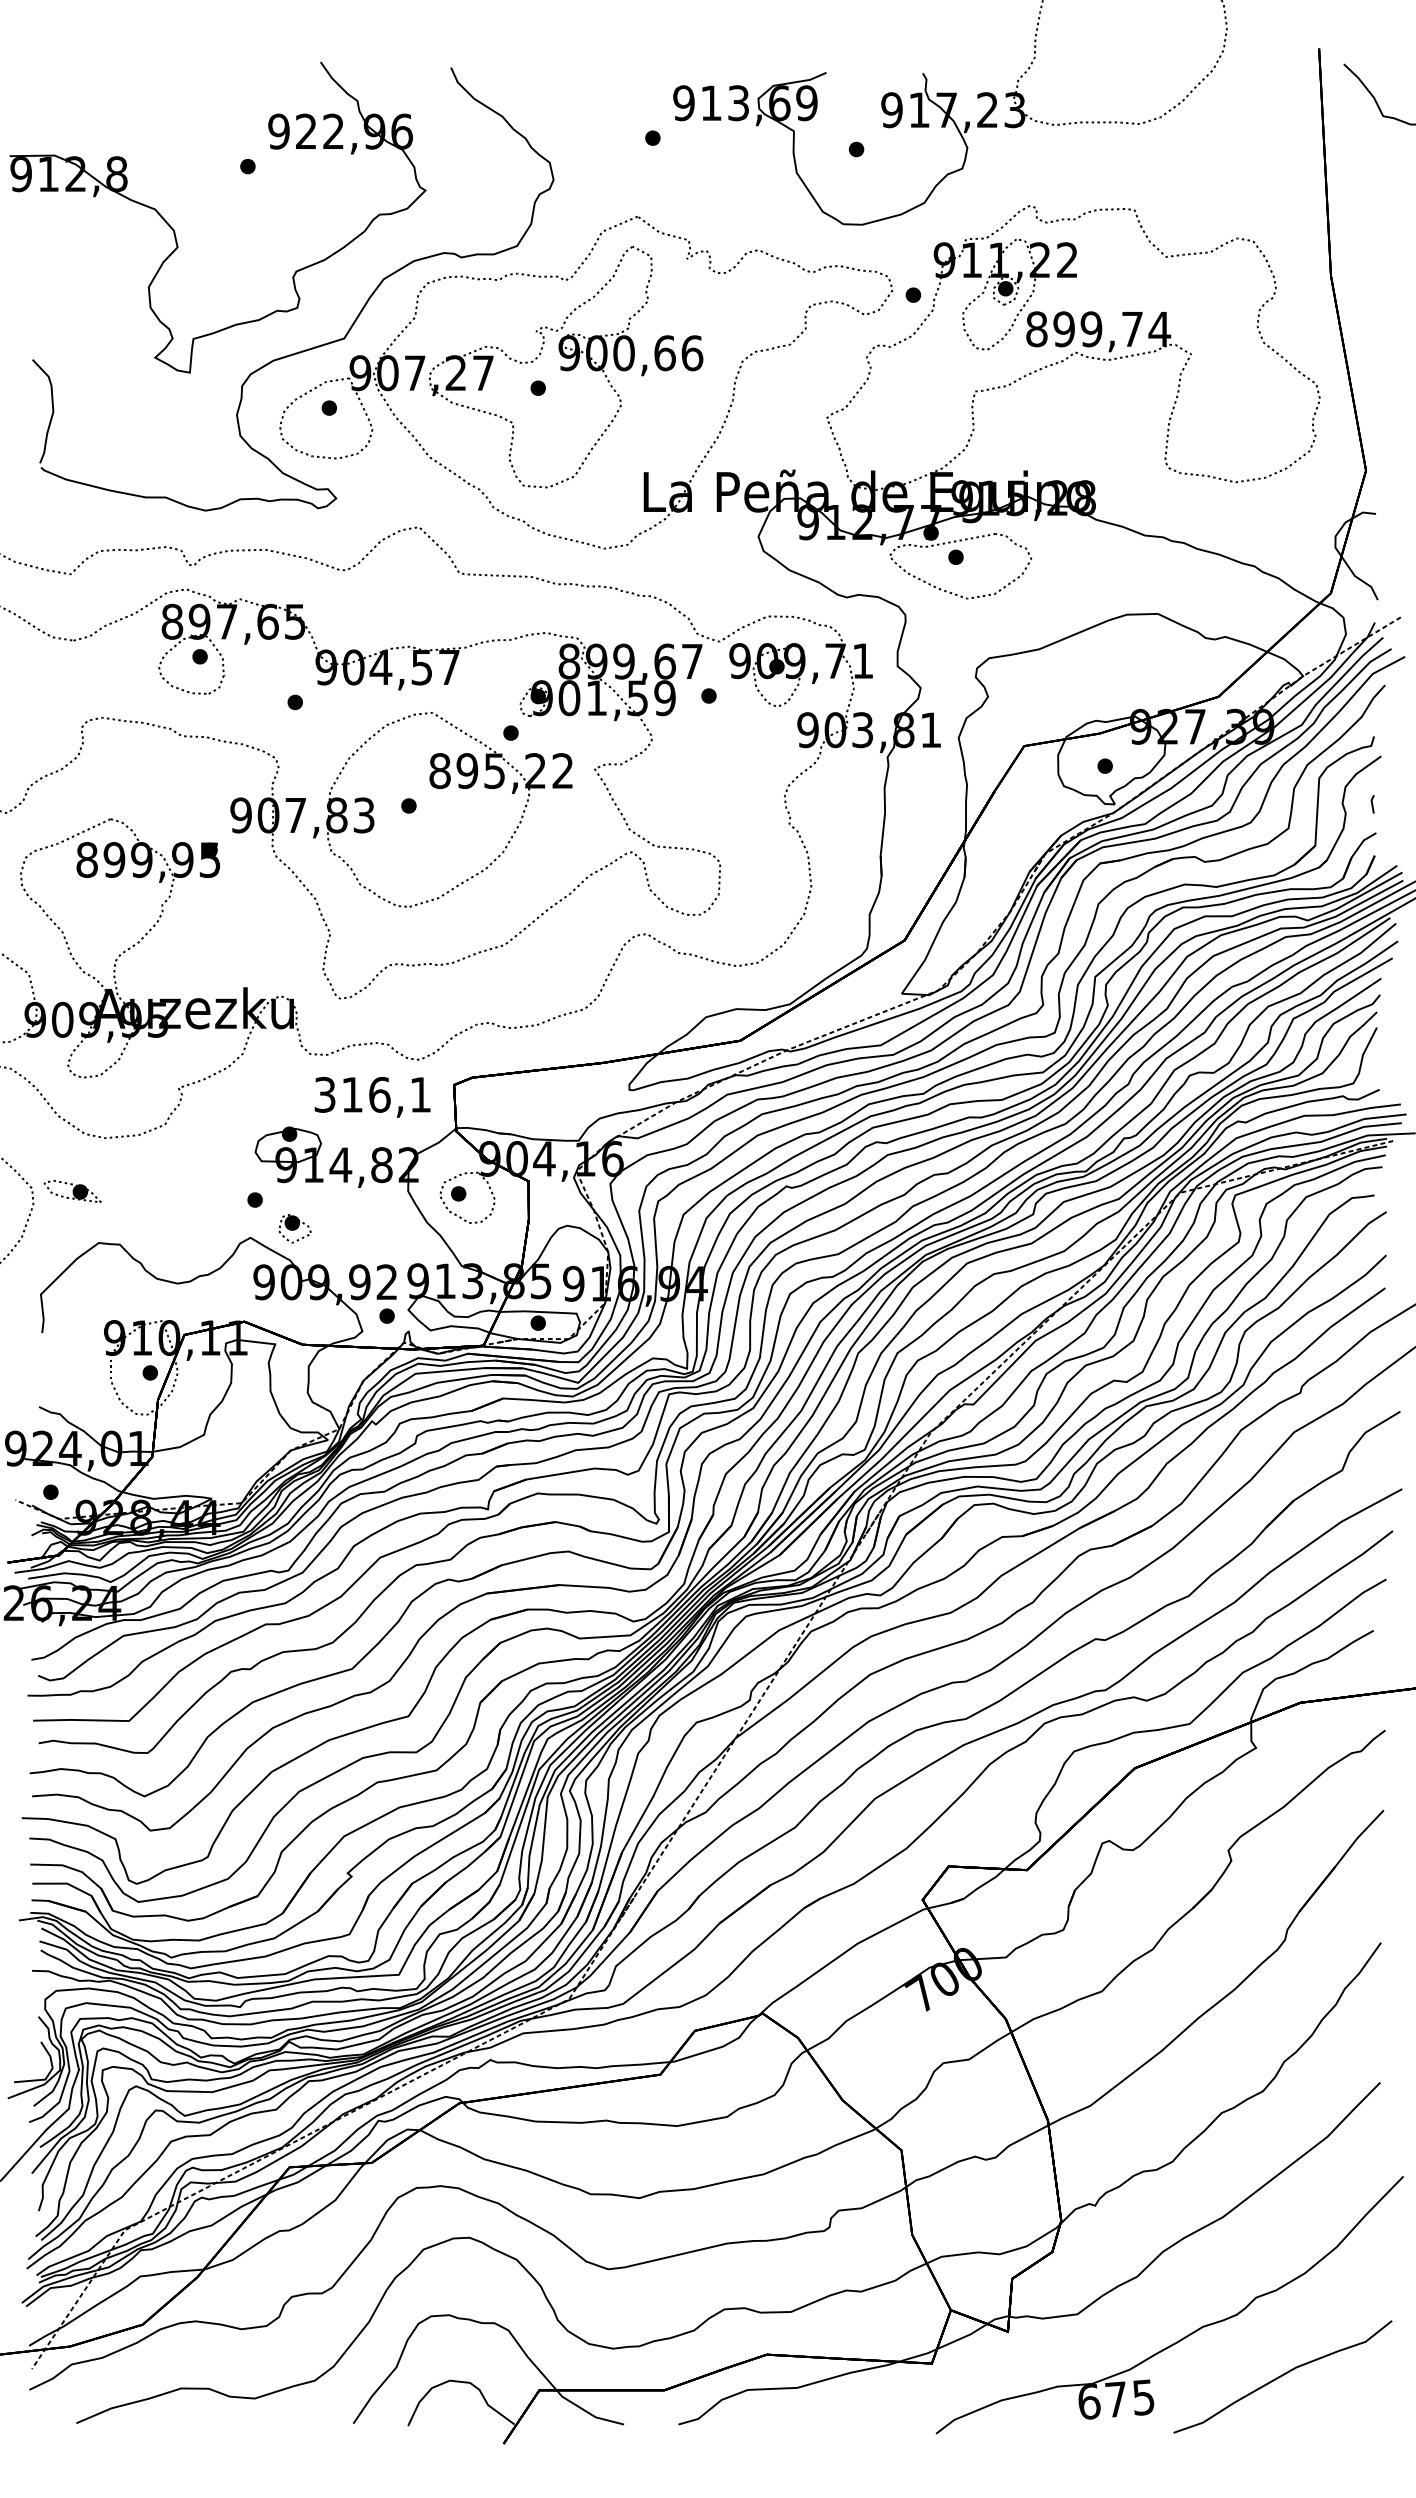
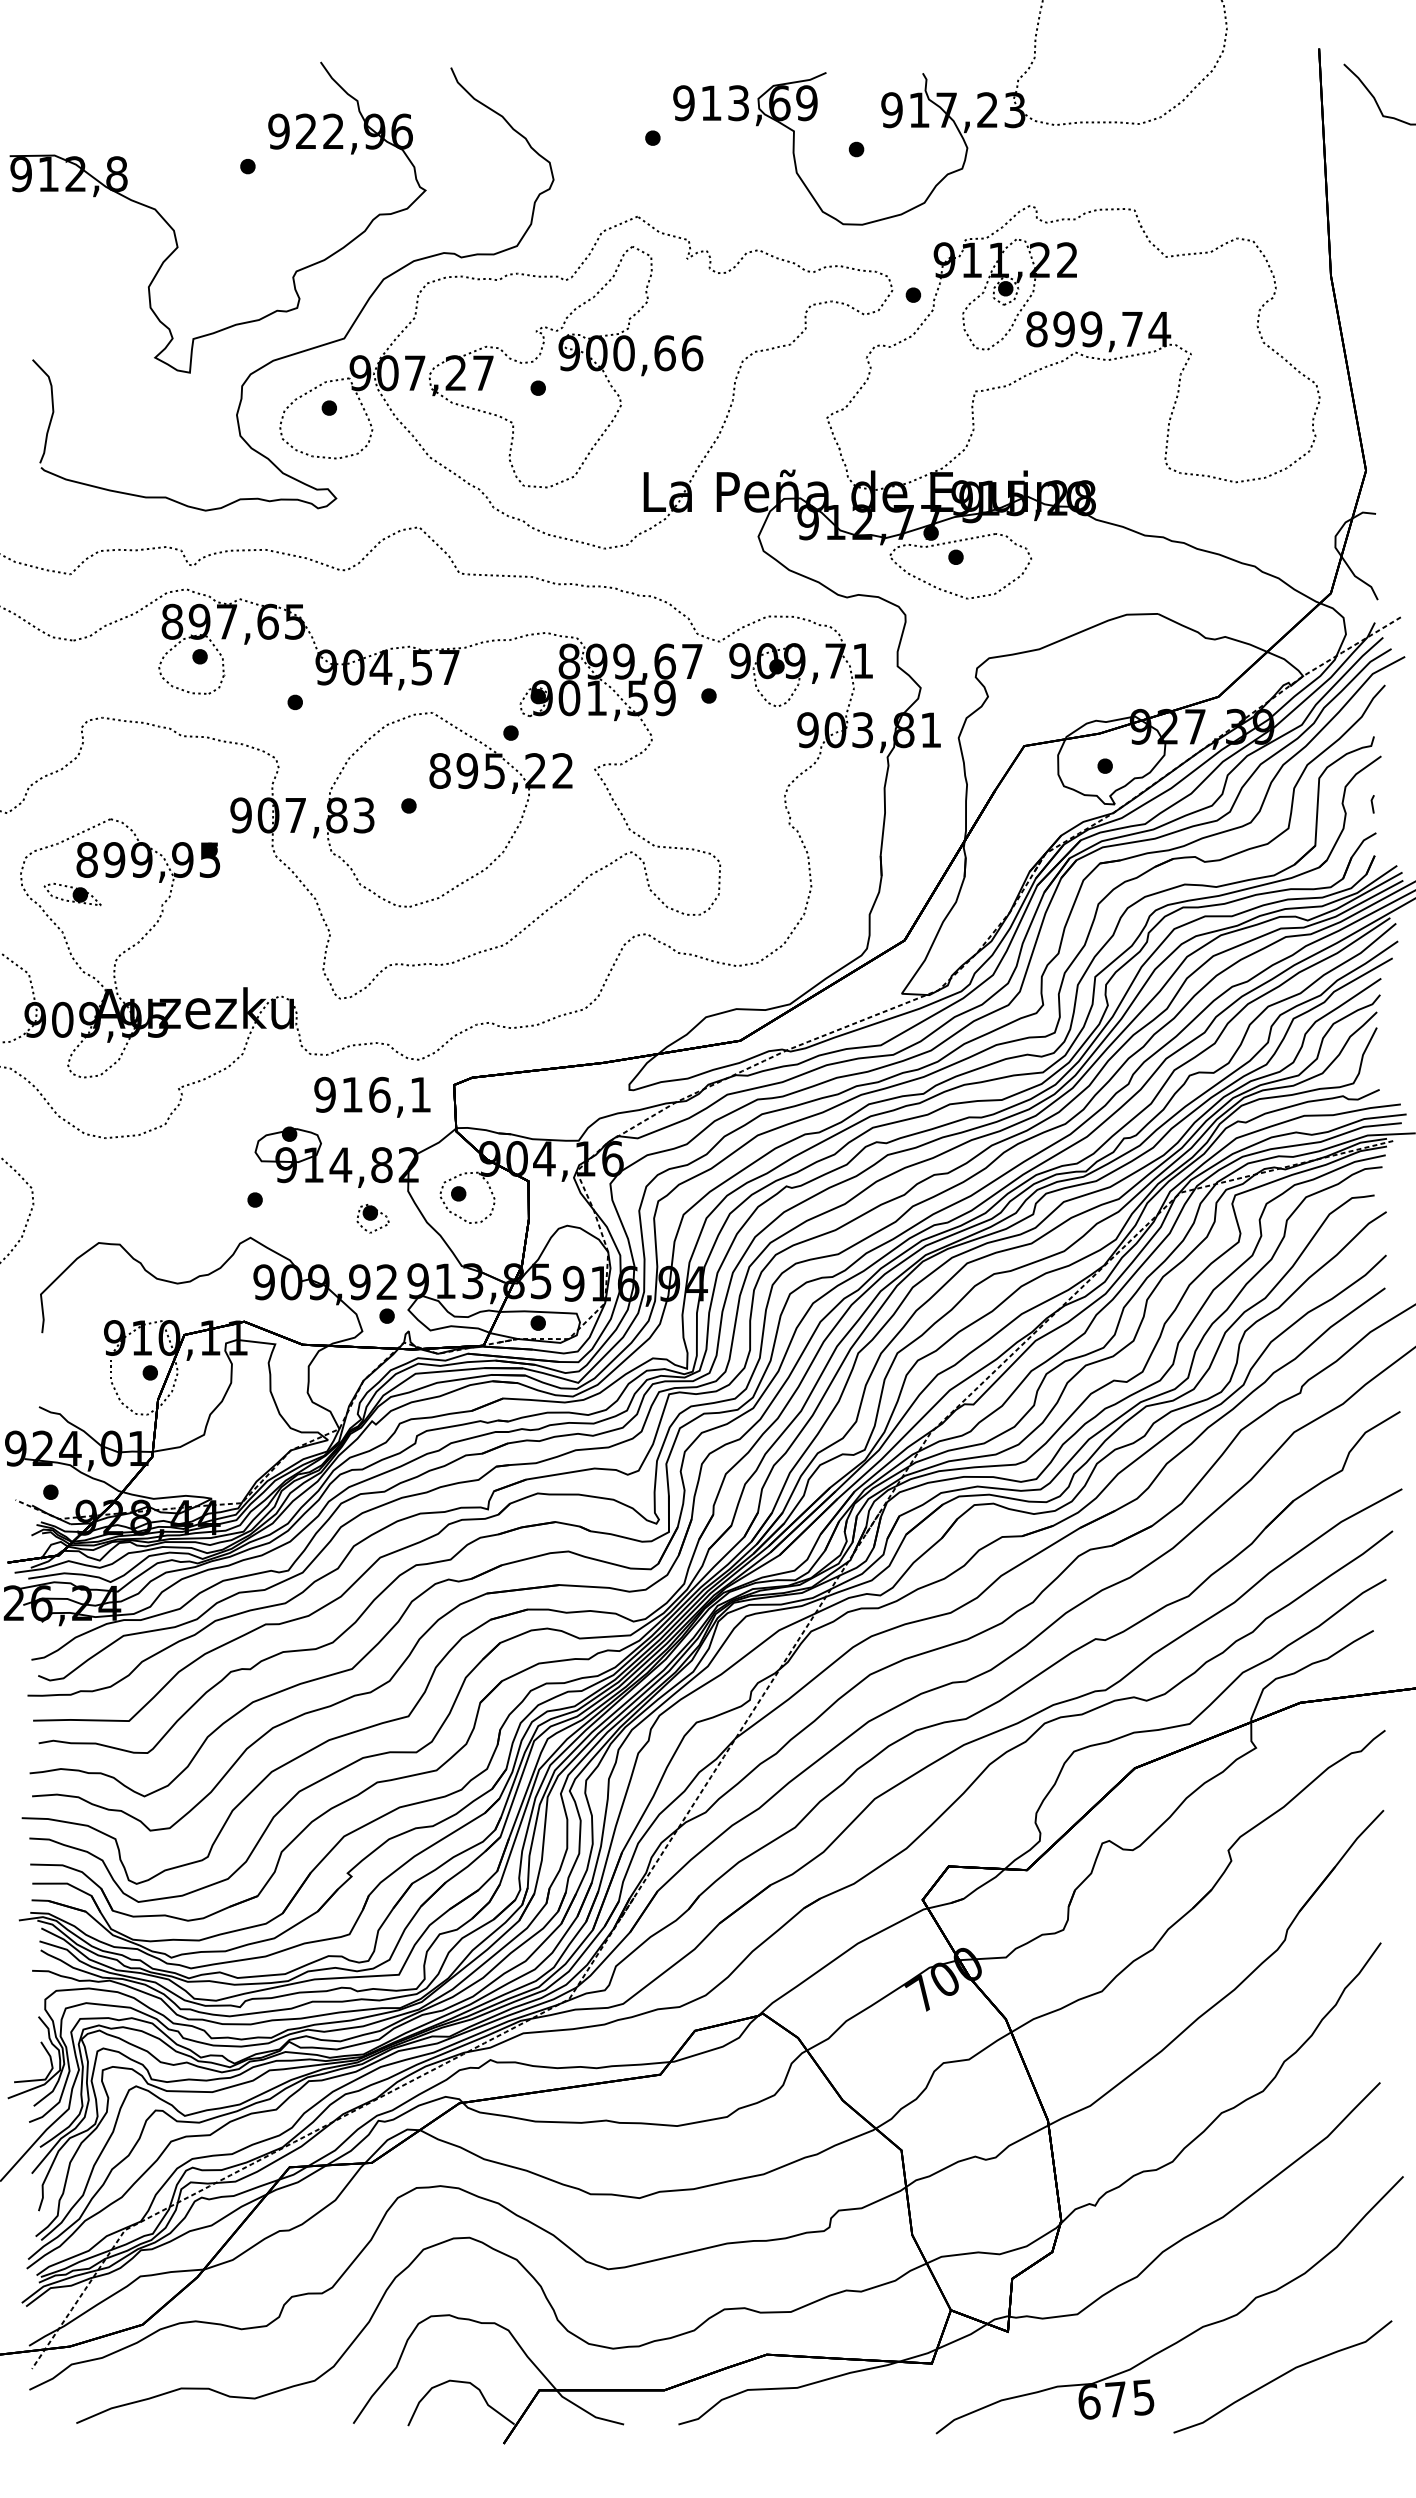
text at (324, 1094): 316,1 -> 916,1
part at (72, 1191) position: (72, 1191) -> (72, 894)
part at (294, 1228) position: (294, 1228) -> (372, 1218)
